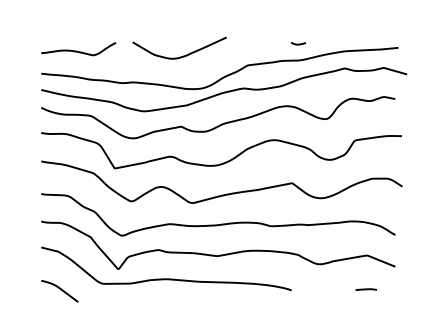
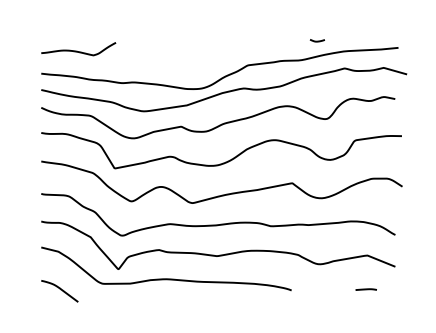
curve at (297, 43) position: (297, 43) -> (316, 40)
curve at (183, 55): present -> none
